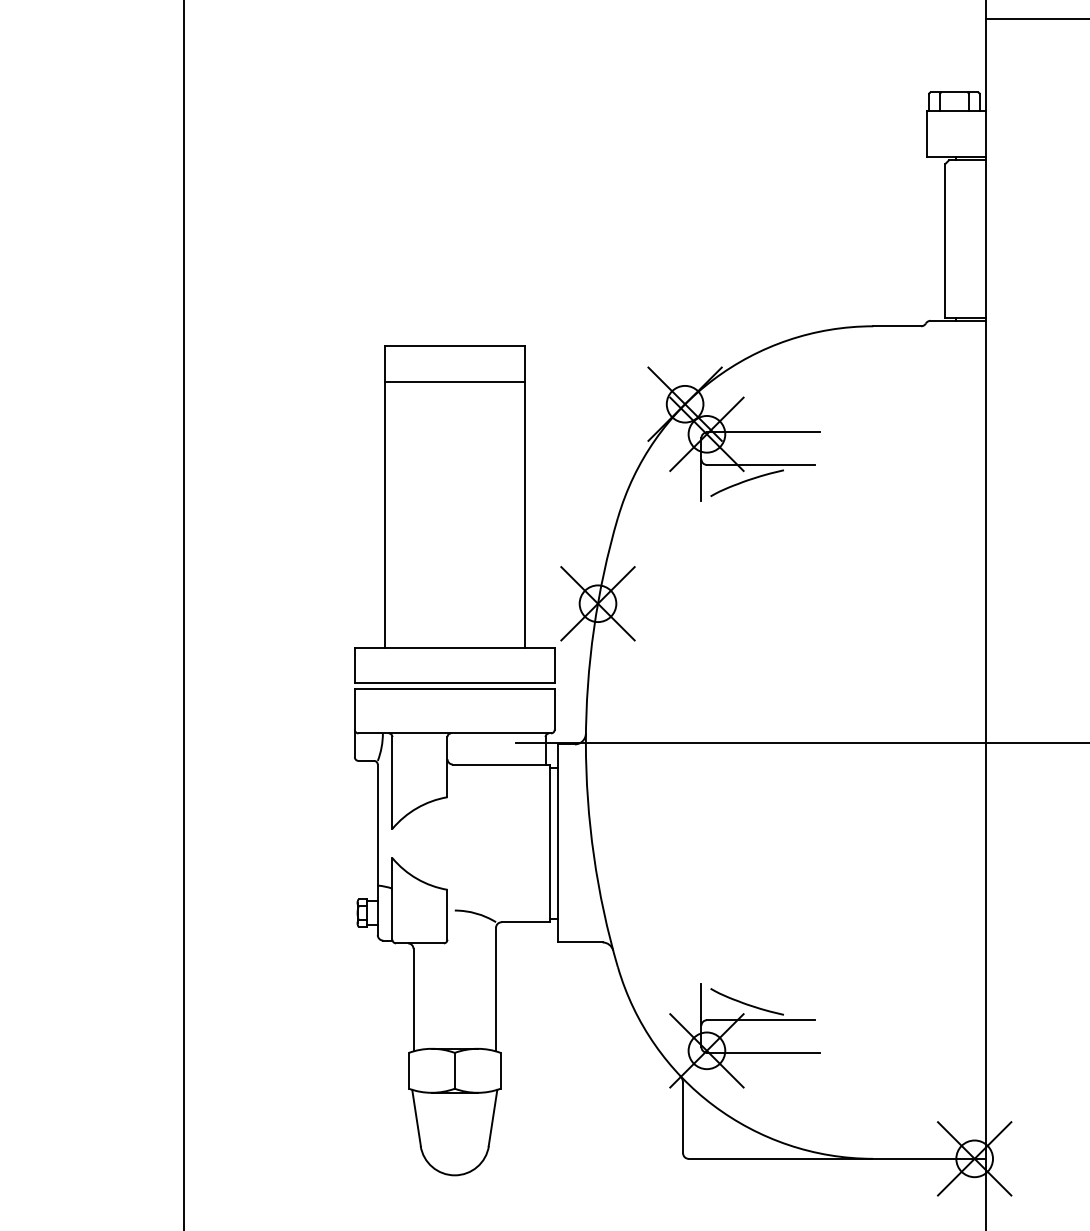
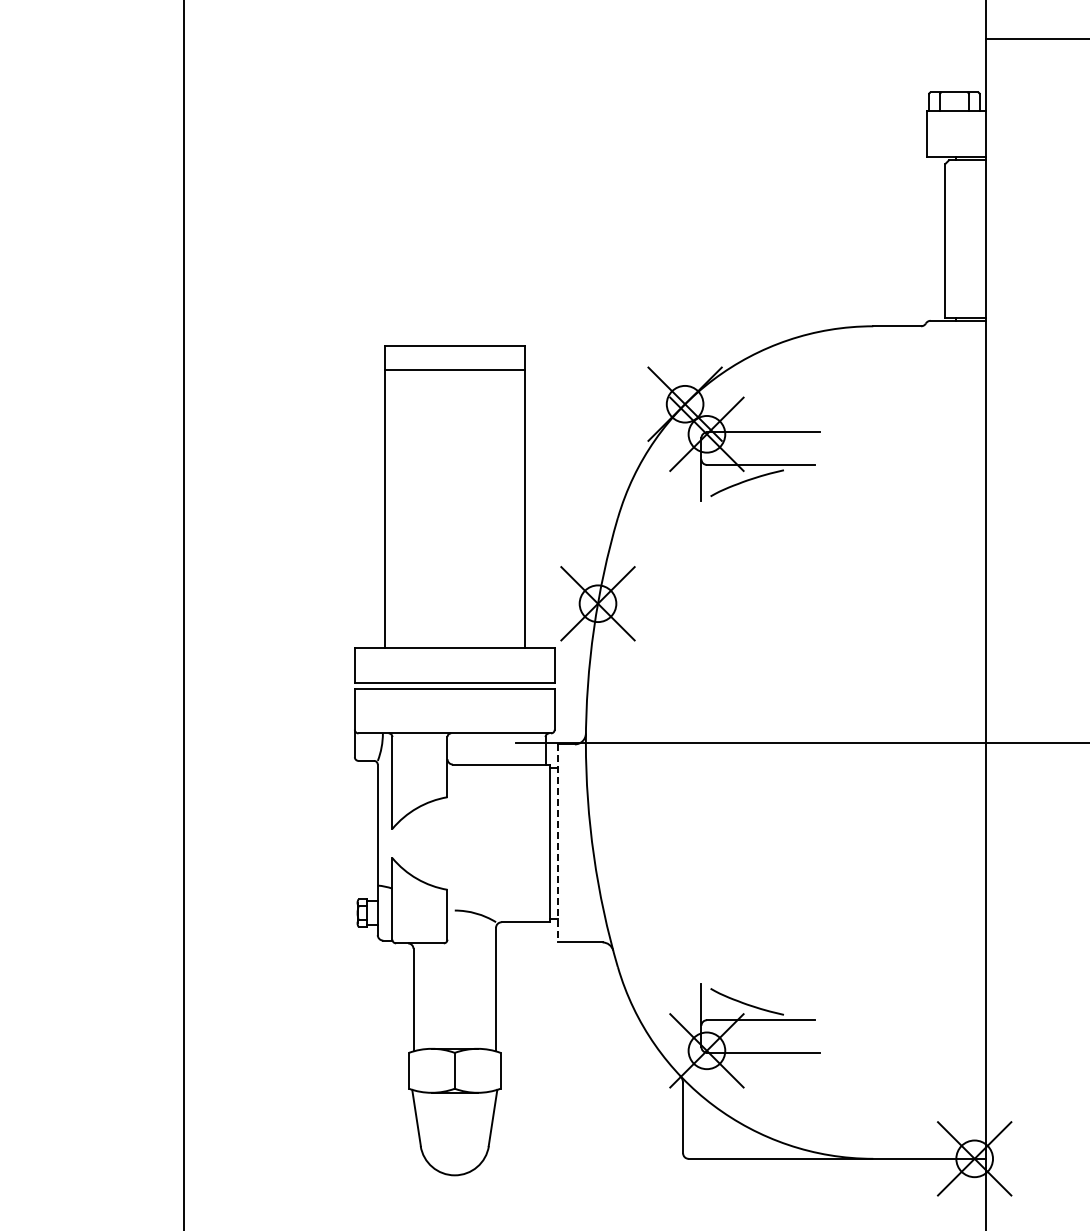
line at (1036, 19) position: (1036, 19) -> (1036, 39)
line at (454, 382) position: (454, 382) -> (454, 370)
line at (558, 843): solid -> dashed
